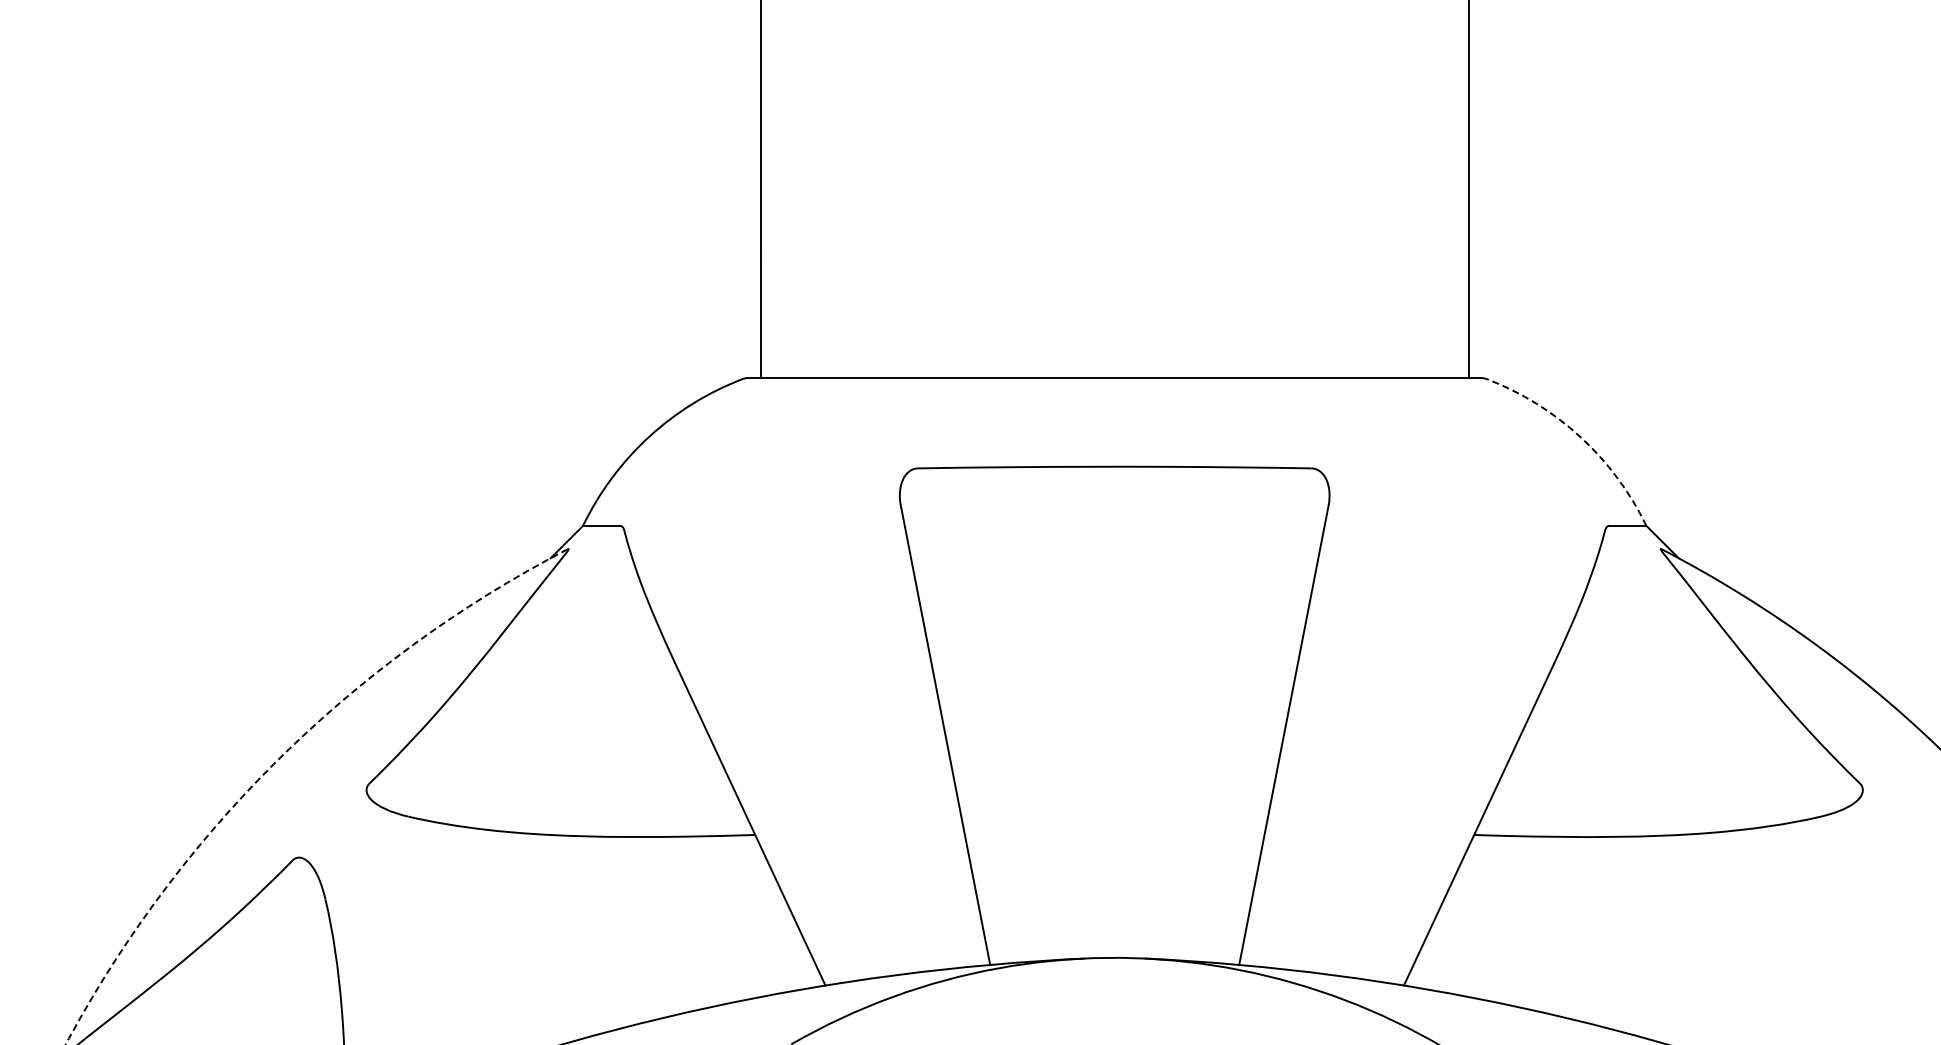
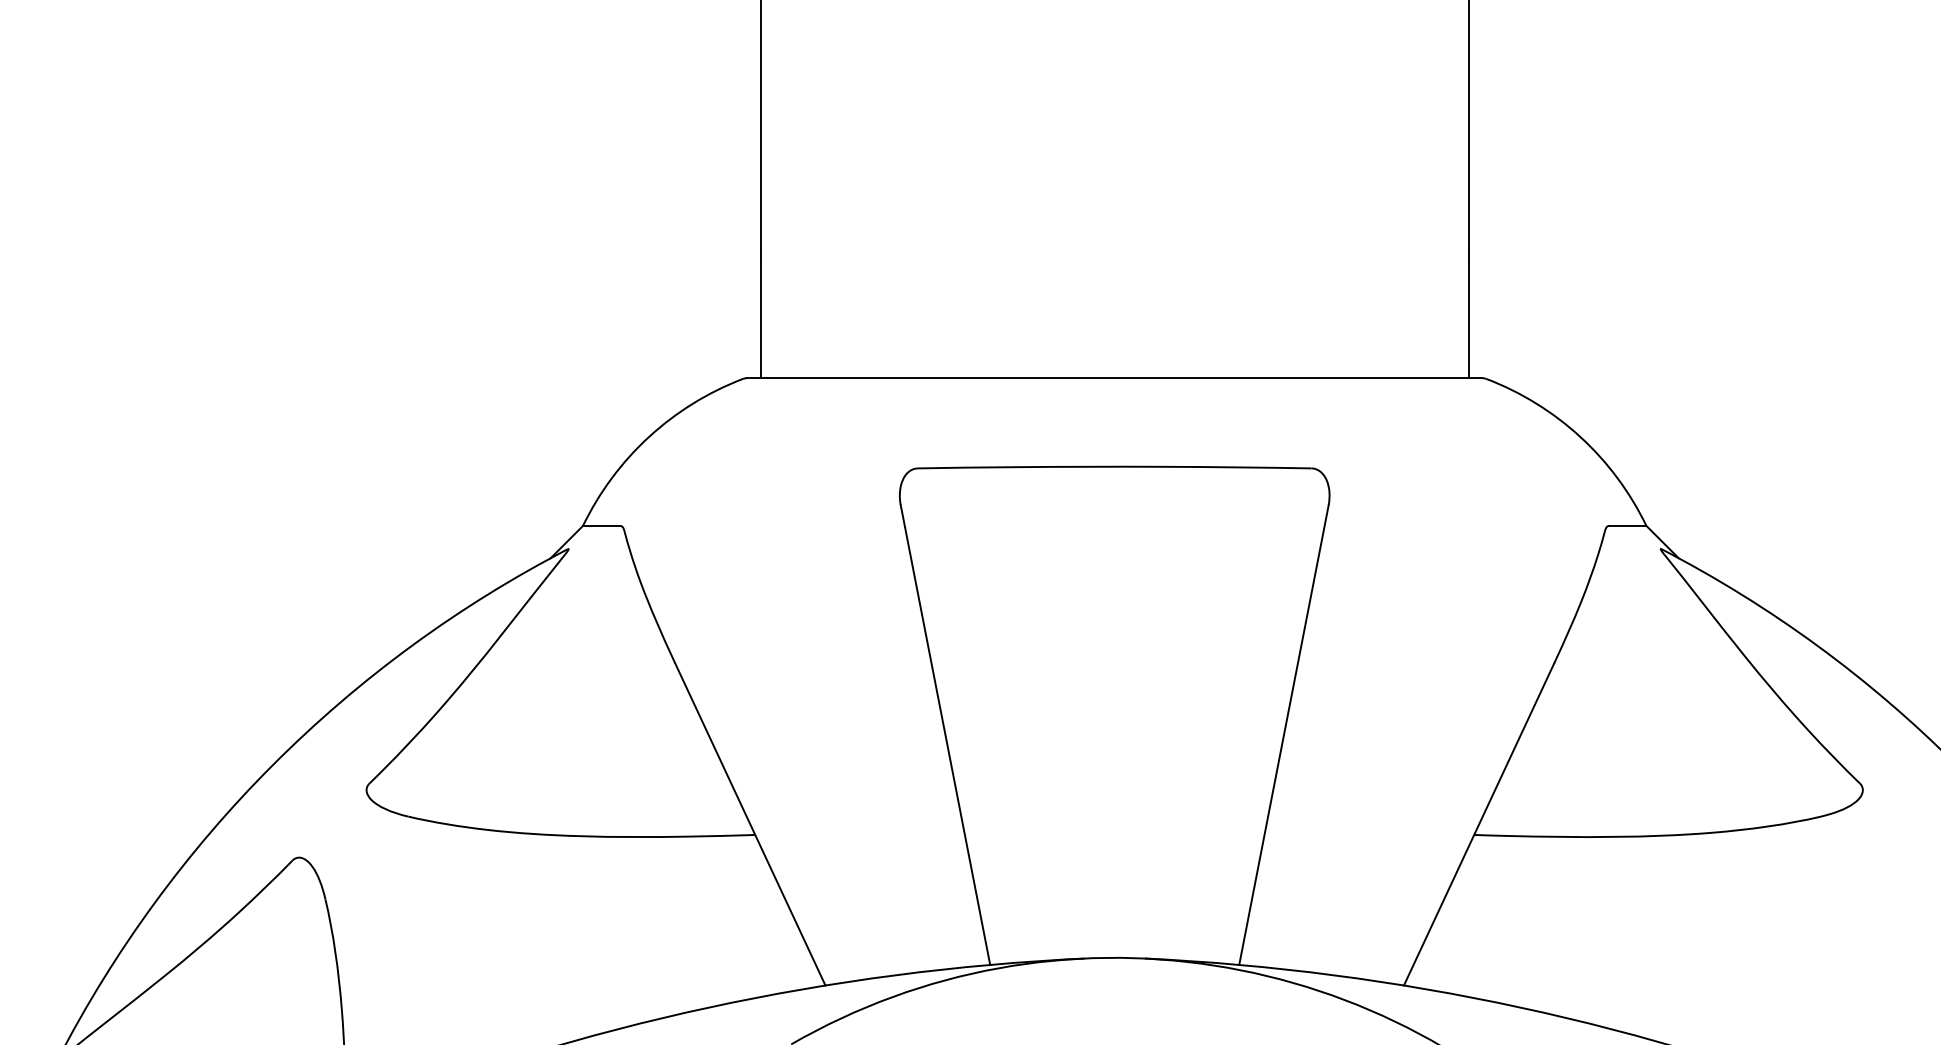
arc at (1580, 437): dashed -> solid
arc at (279, 758): dashed -> solid
